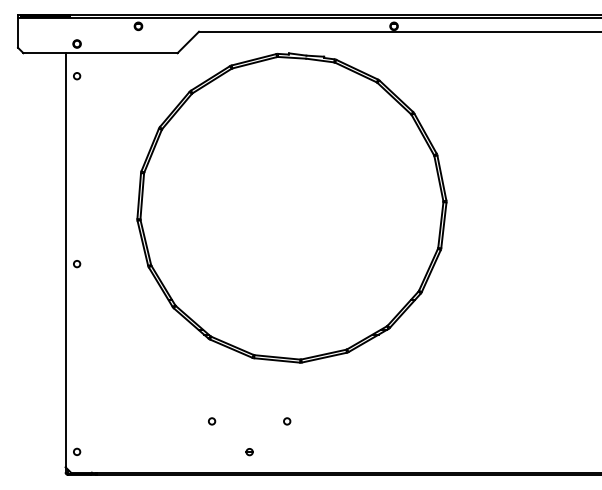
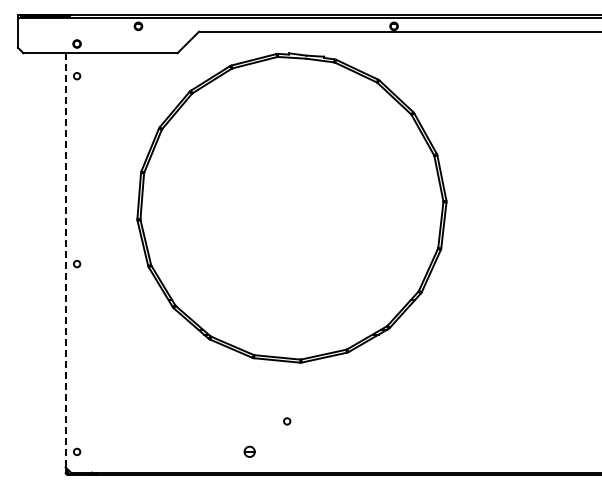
line at (65, 259): solid -> dashed
circle at (212, 421): present -> none
part at (249, 452) size: 9x9 px -> 13x13 px
